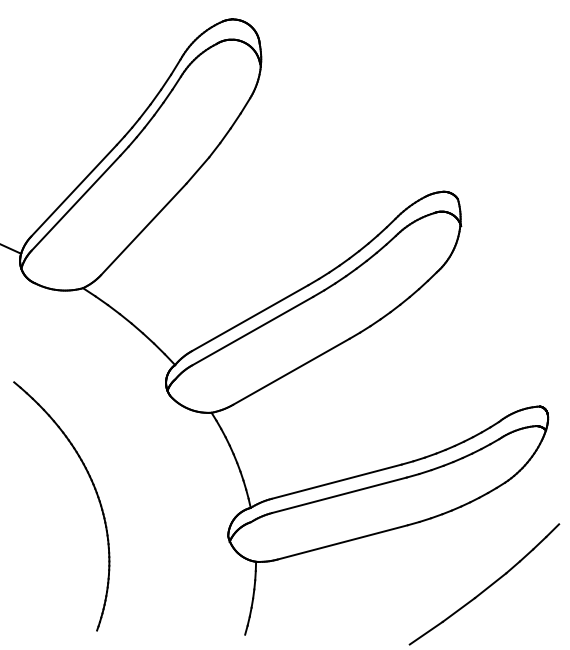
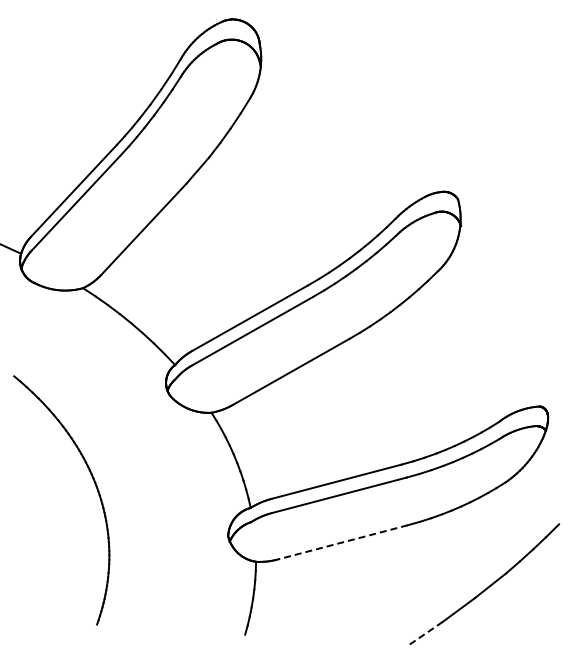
part at (94, 490) position: (94, 490) -> (94, 484)
line at (342, 542): solid -> dashed
line at (426, 632): solid -> dashed
